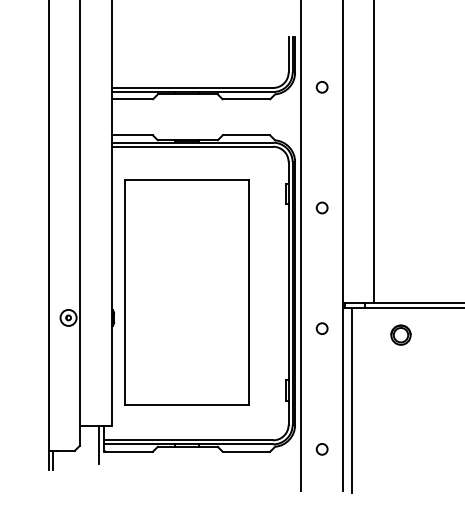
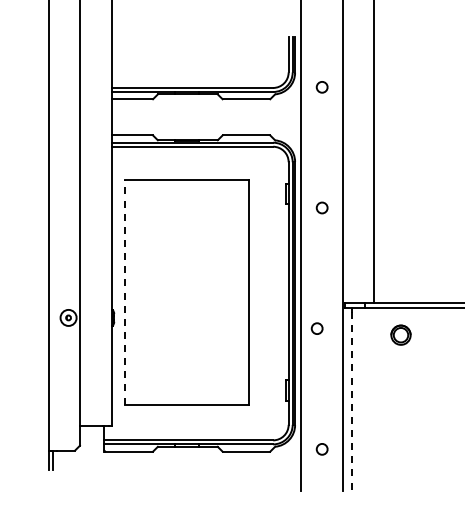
line at (125, 291): solid -> dashed
circle at (321, 328) position: (321, 328) -> (316, 328)
line at (351, 402): solid -> dashed
line at (99, 444): present -> none
